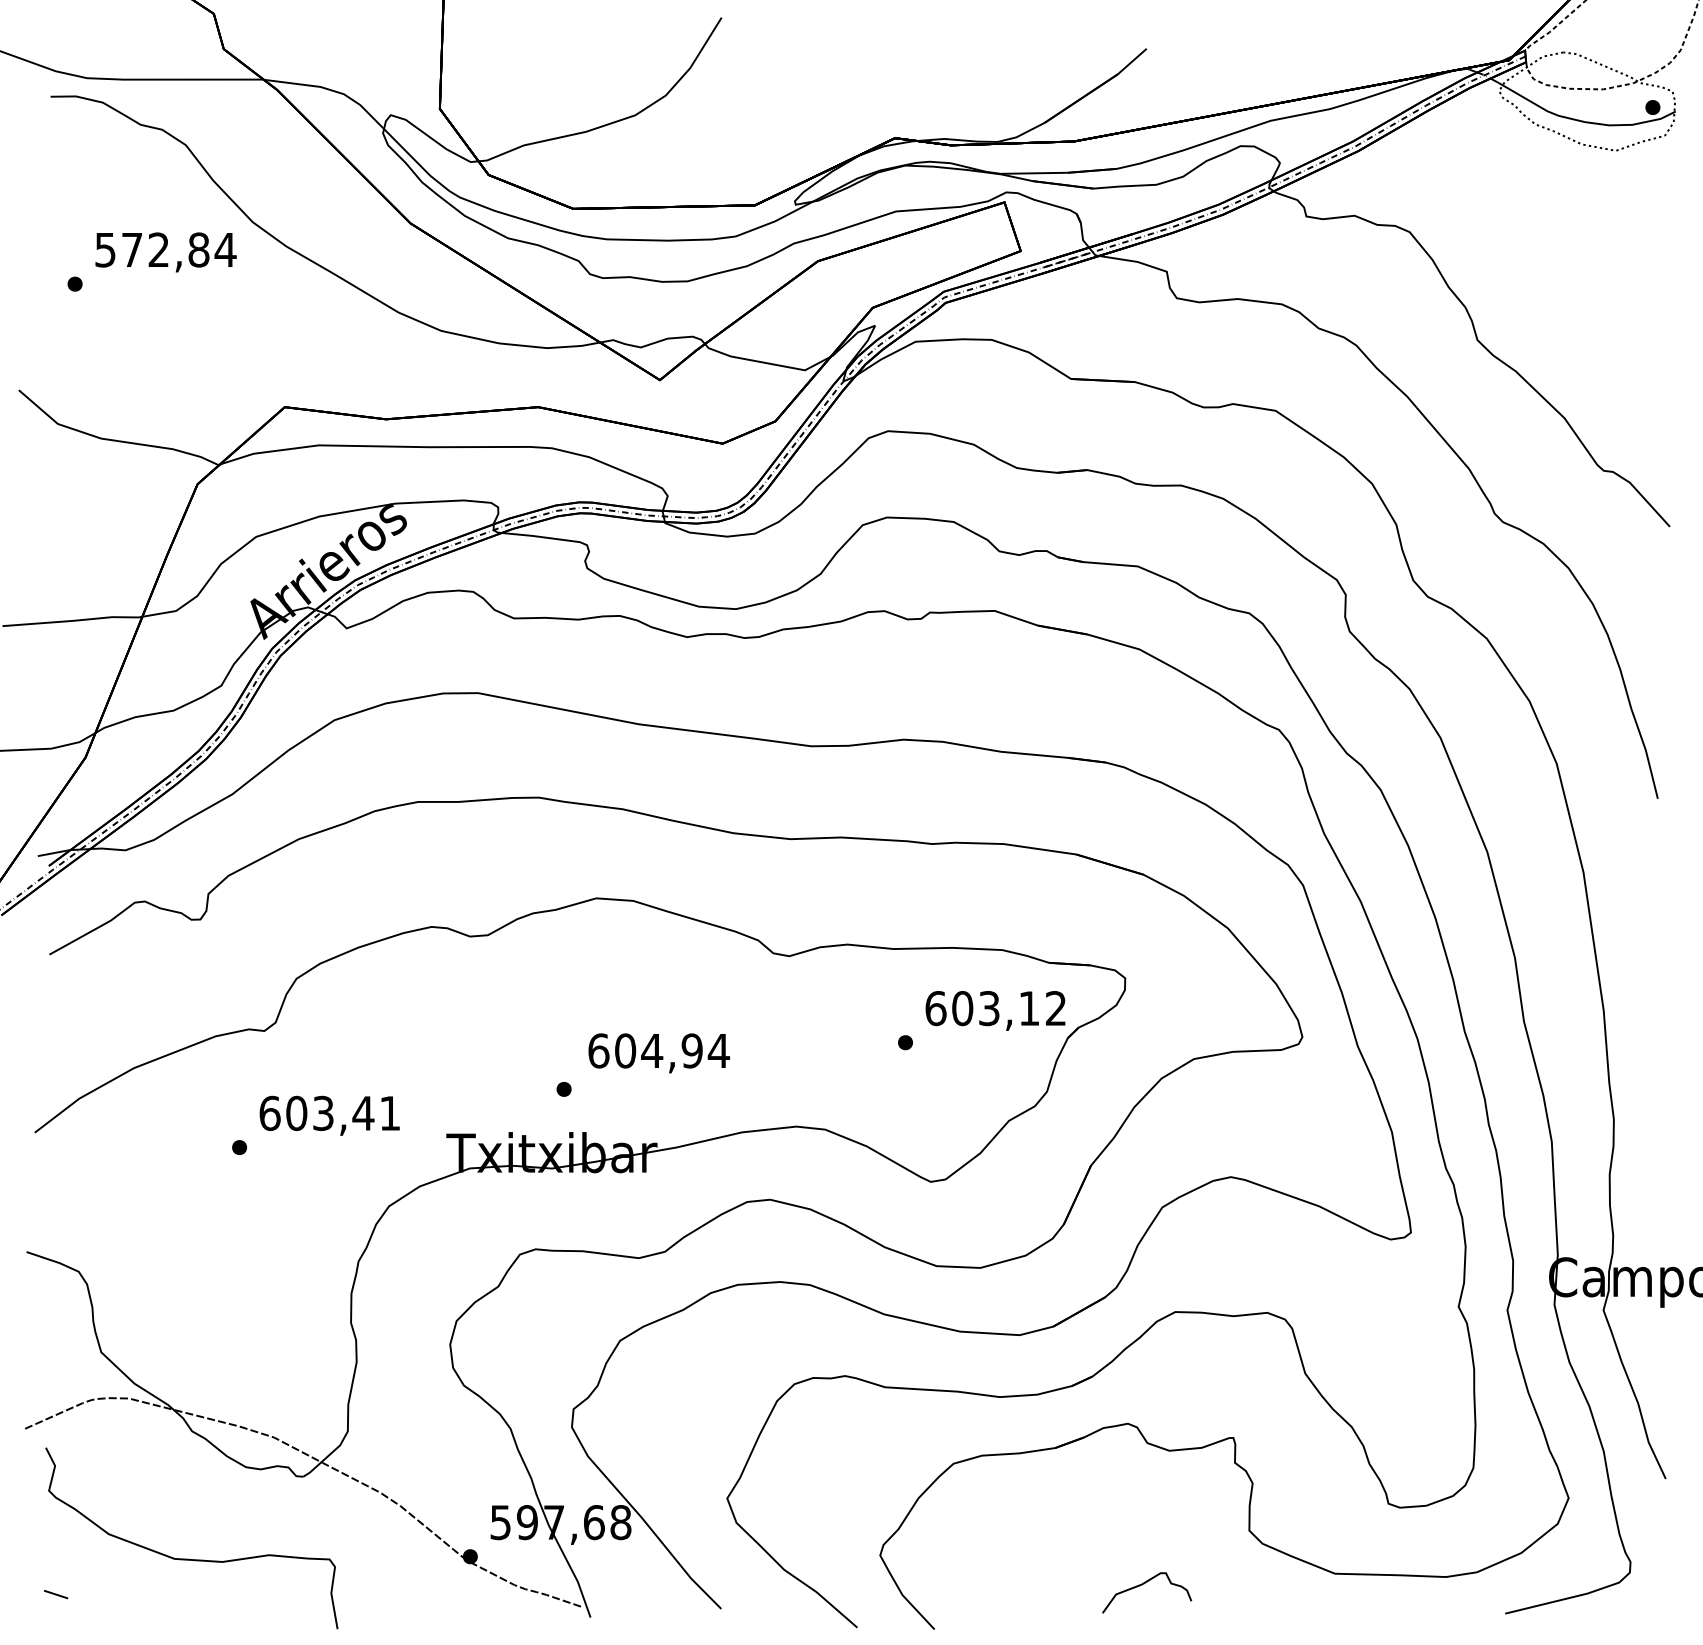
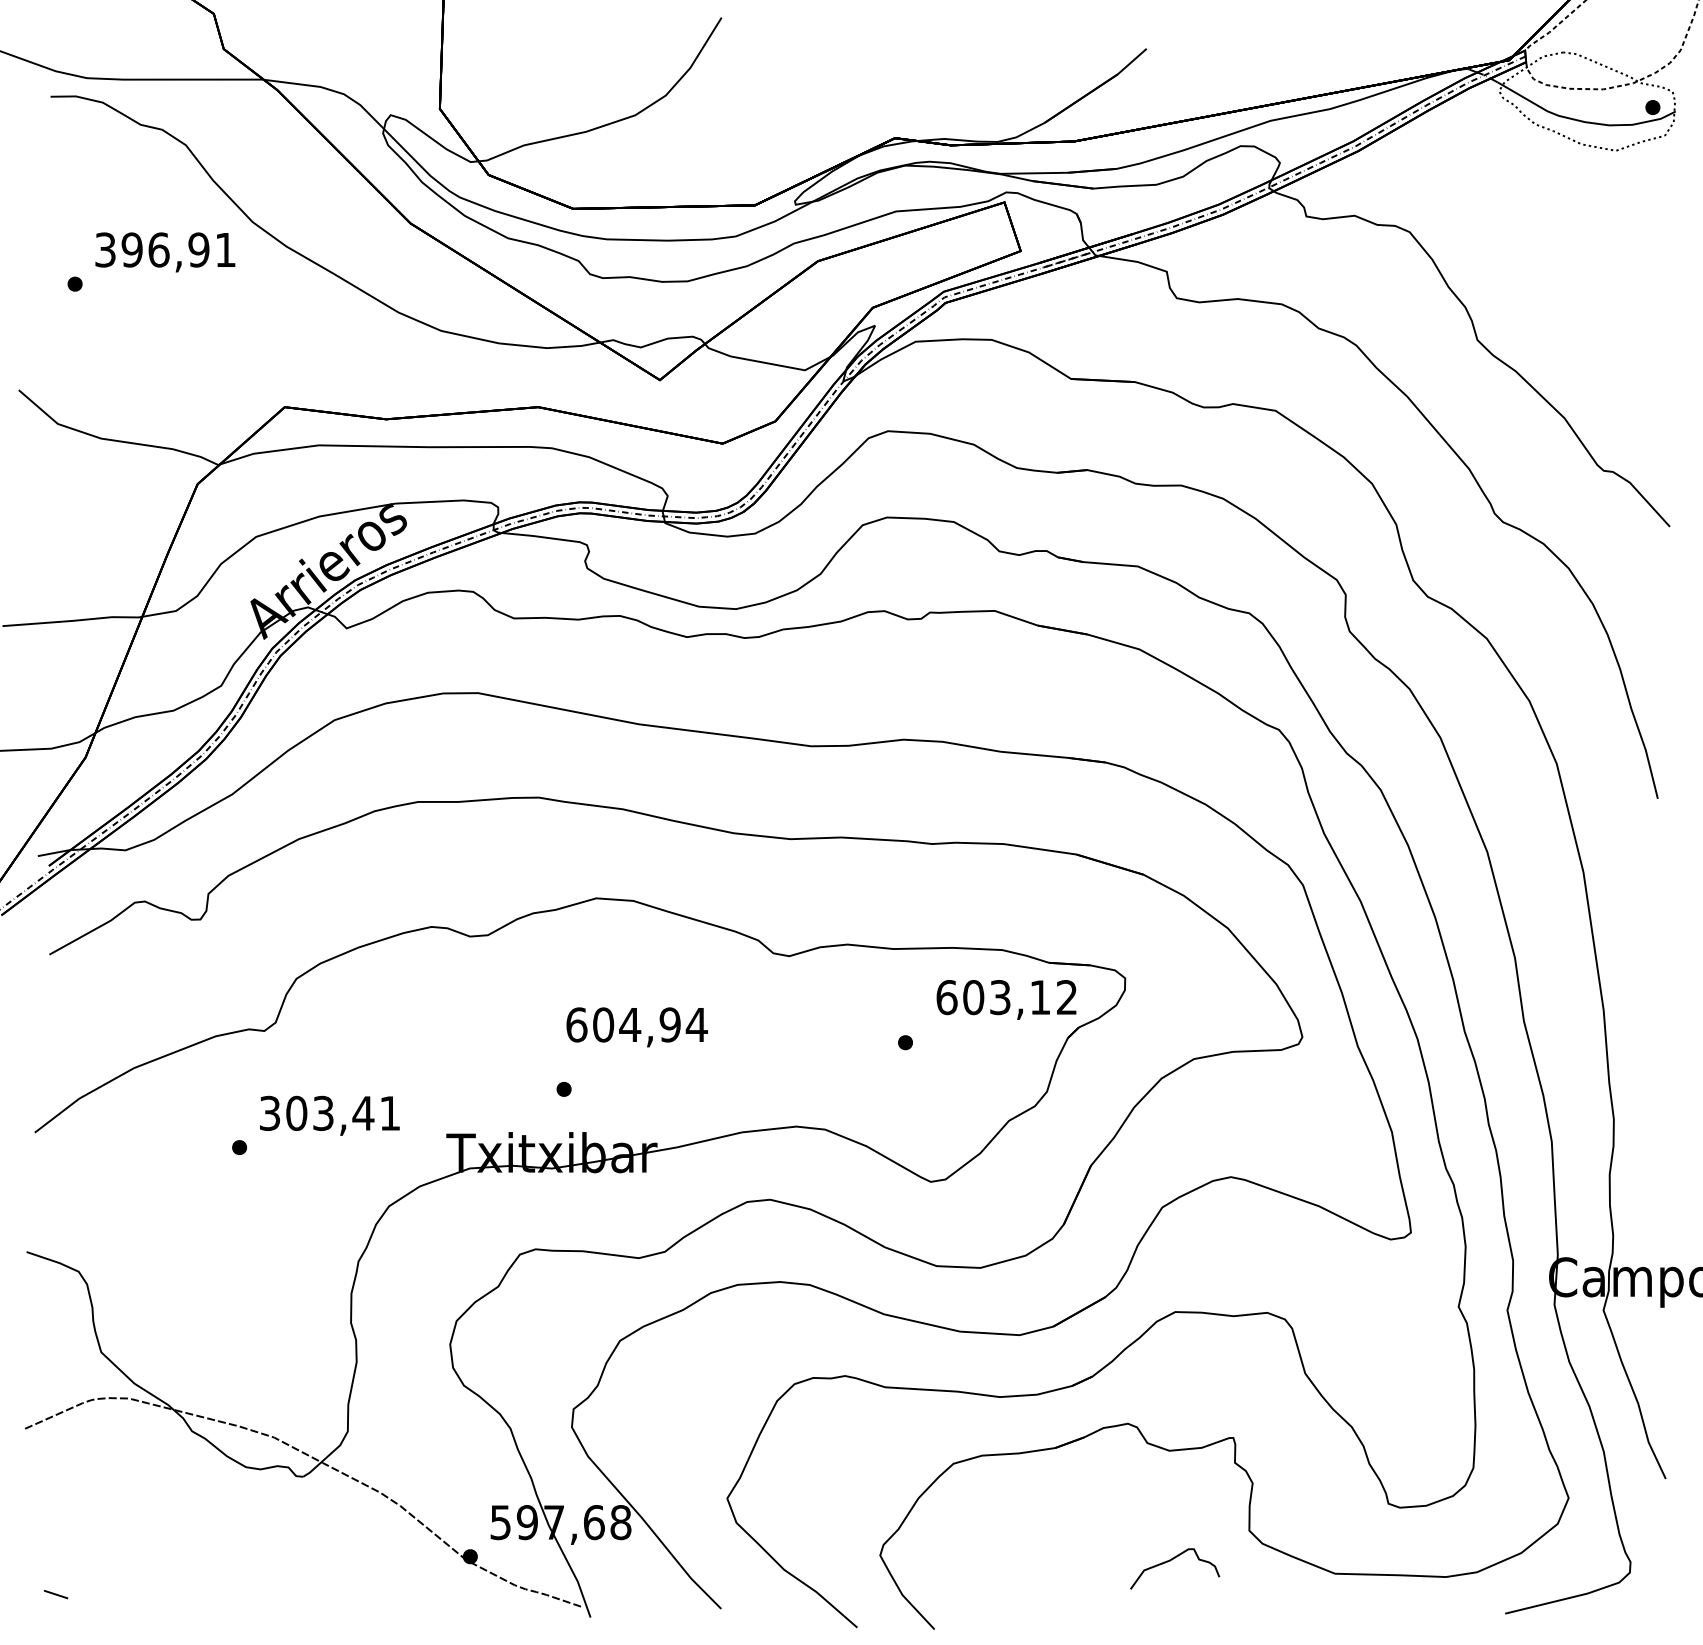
text at (165, 249): 572,84 -> 396,91
text at (995, 1010) position: (995, 1010) -> (1006, 999)
text at (658, 1053) position: (658, 1053) -> (636, 1027)
text at (269, 1113): 603,41 -> 303,41
curve at (188, 1558): present -> none
curve at (1144, 1584) position: (1144, 1584) -> (1172, 1560)
